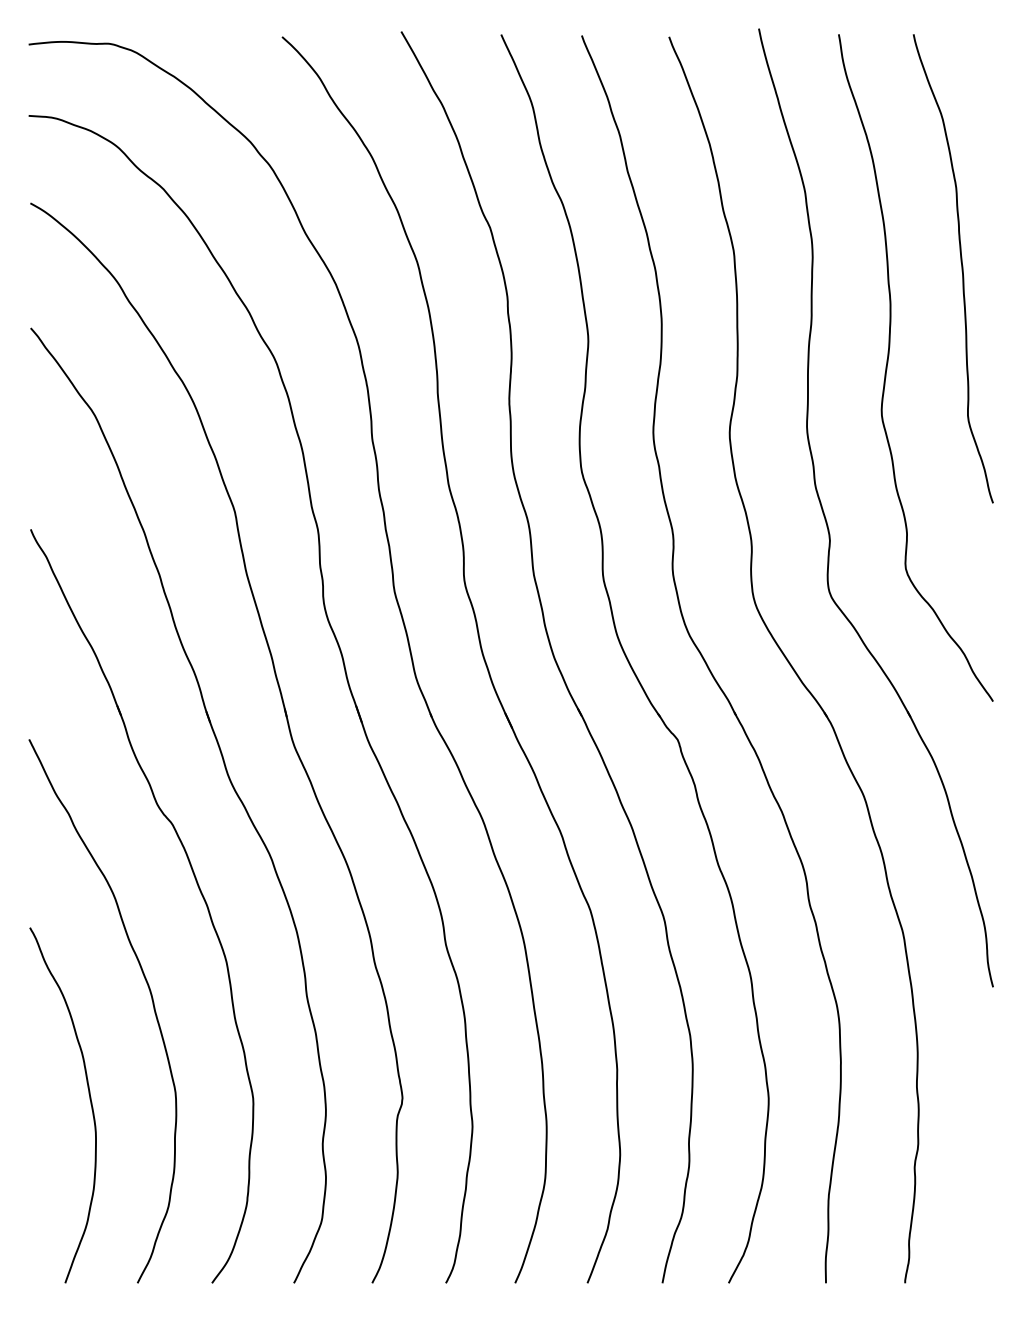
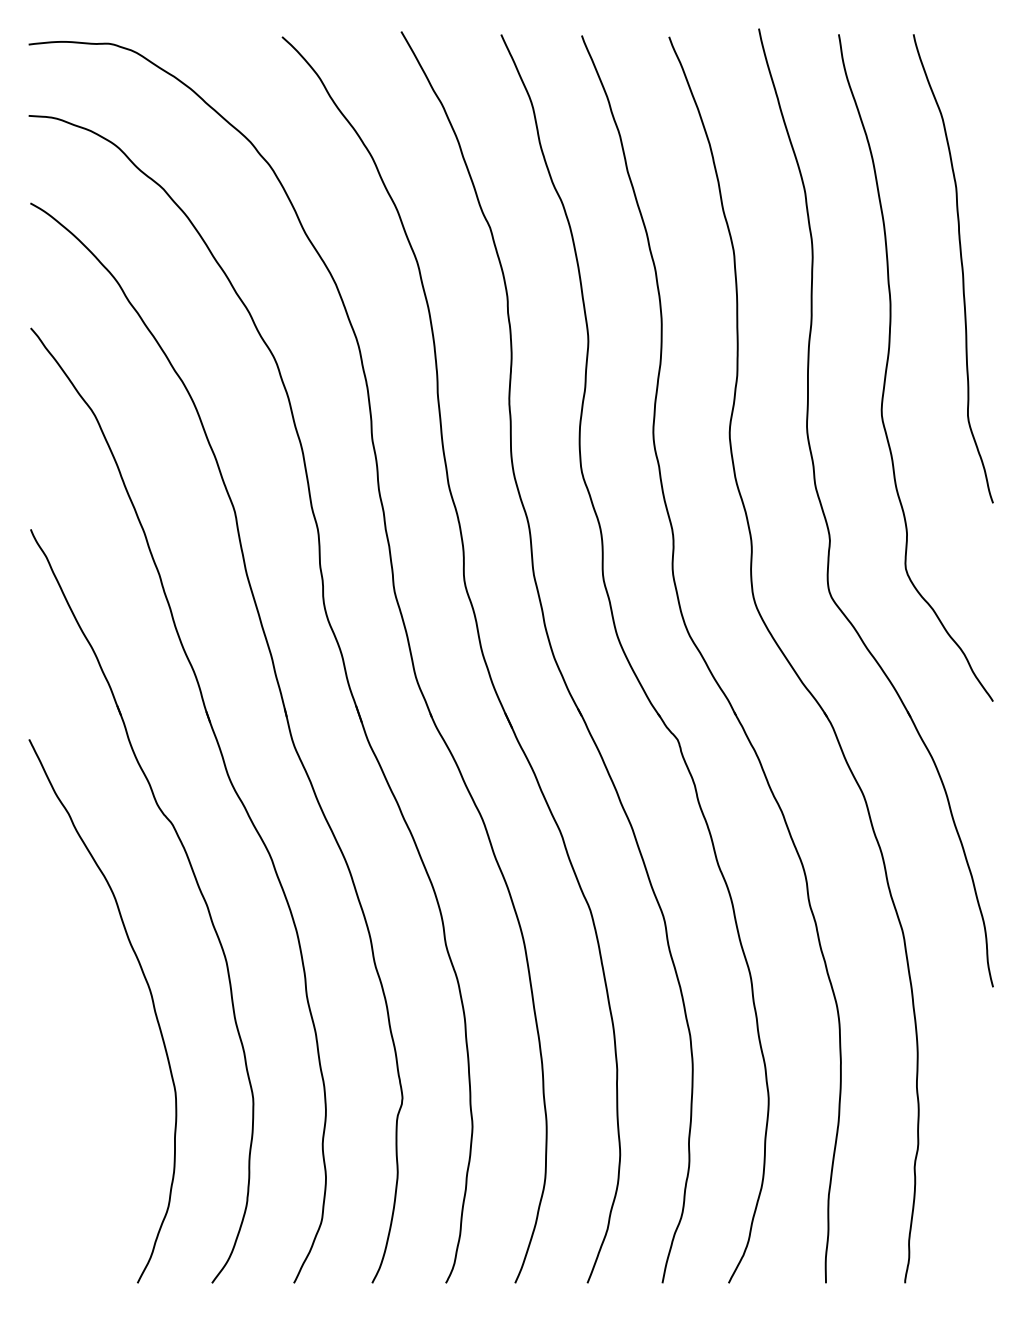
curve at (89, 1099): present -> none
